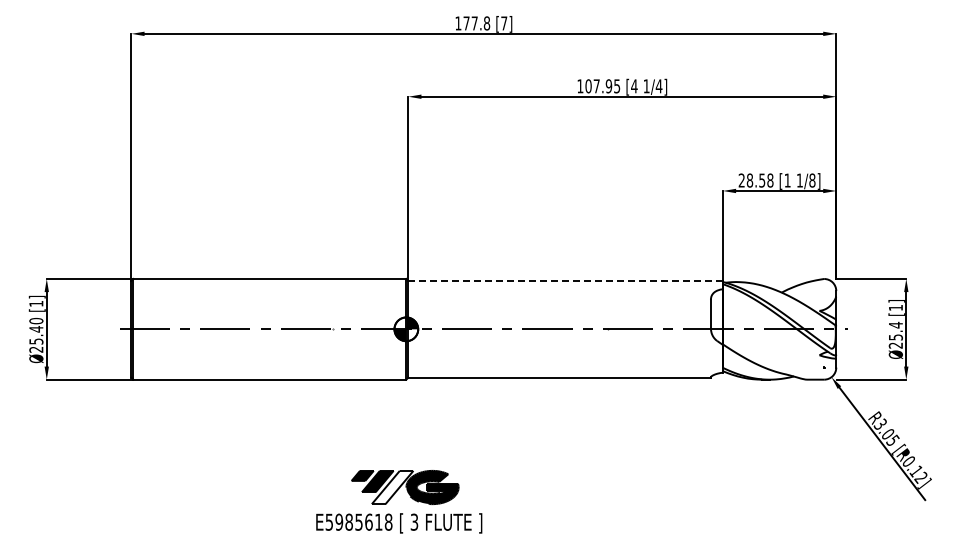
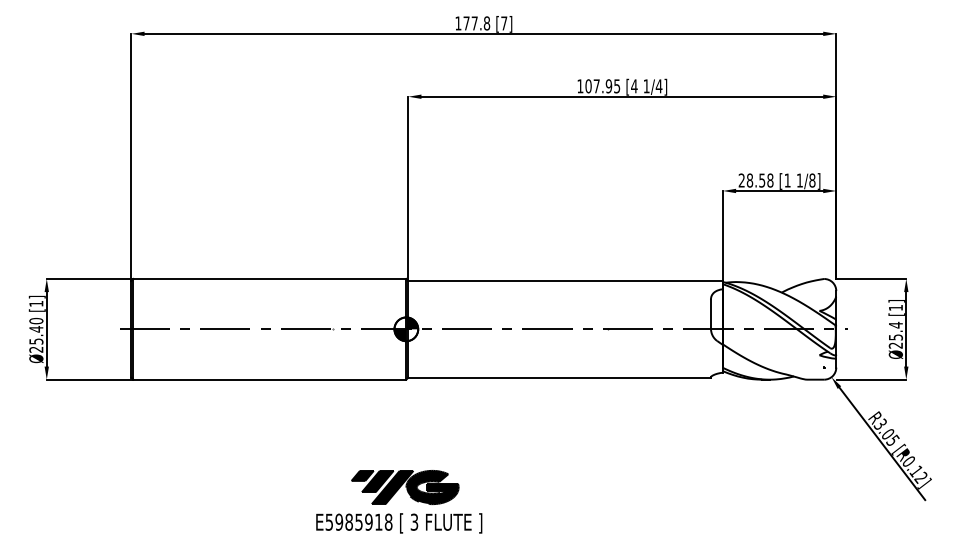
line at (565, 281): dashed -> solid
fill at (392, 487): none -> present
text at (368, 521): E5985618 -> E5985918
